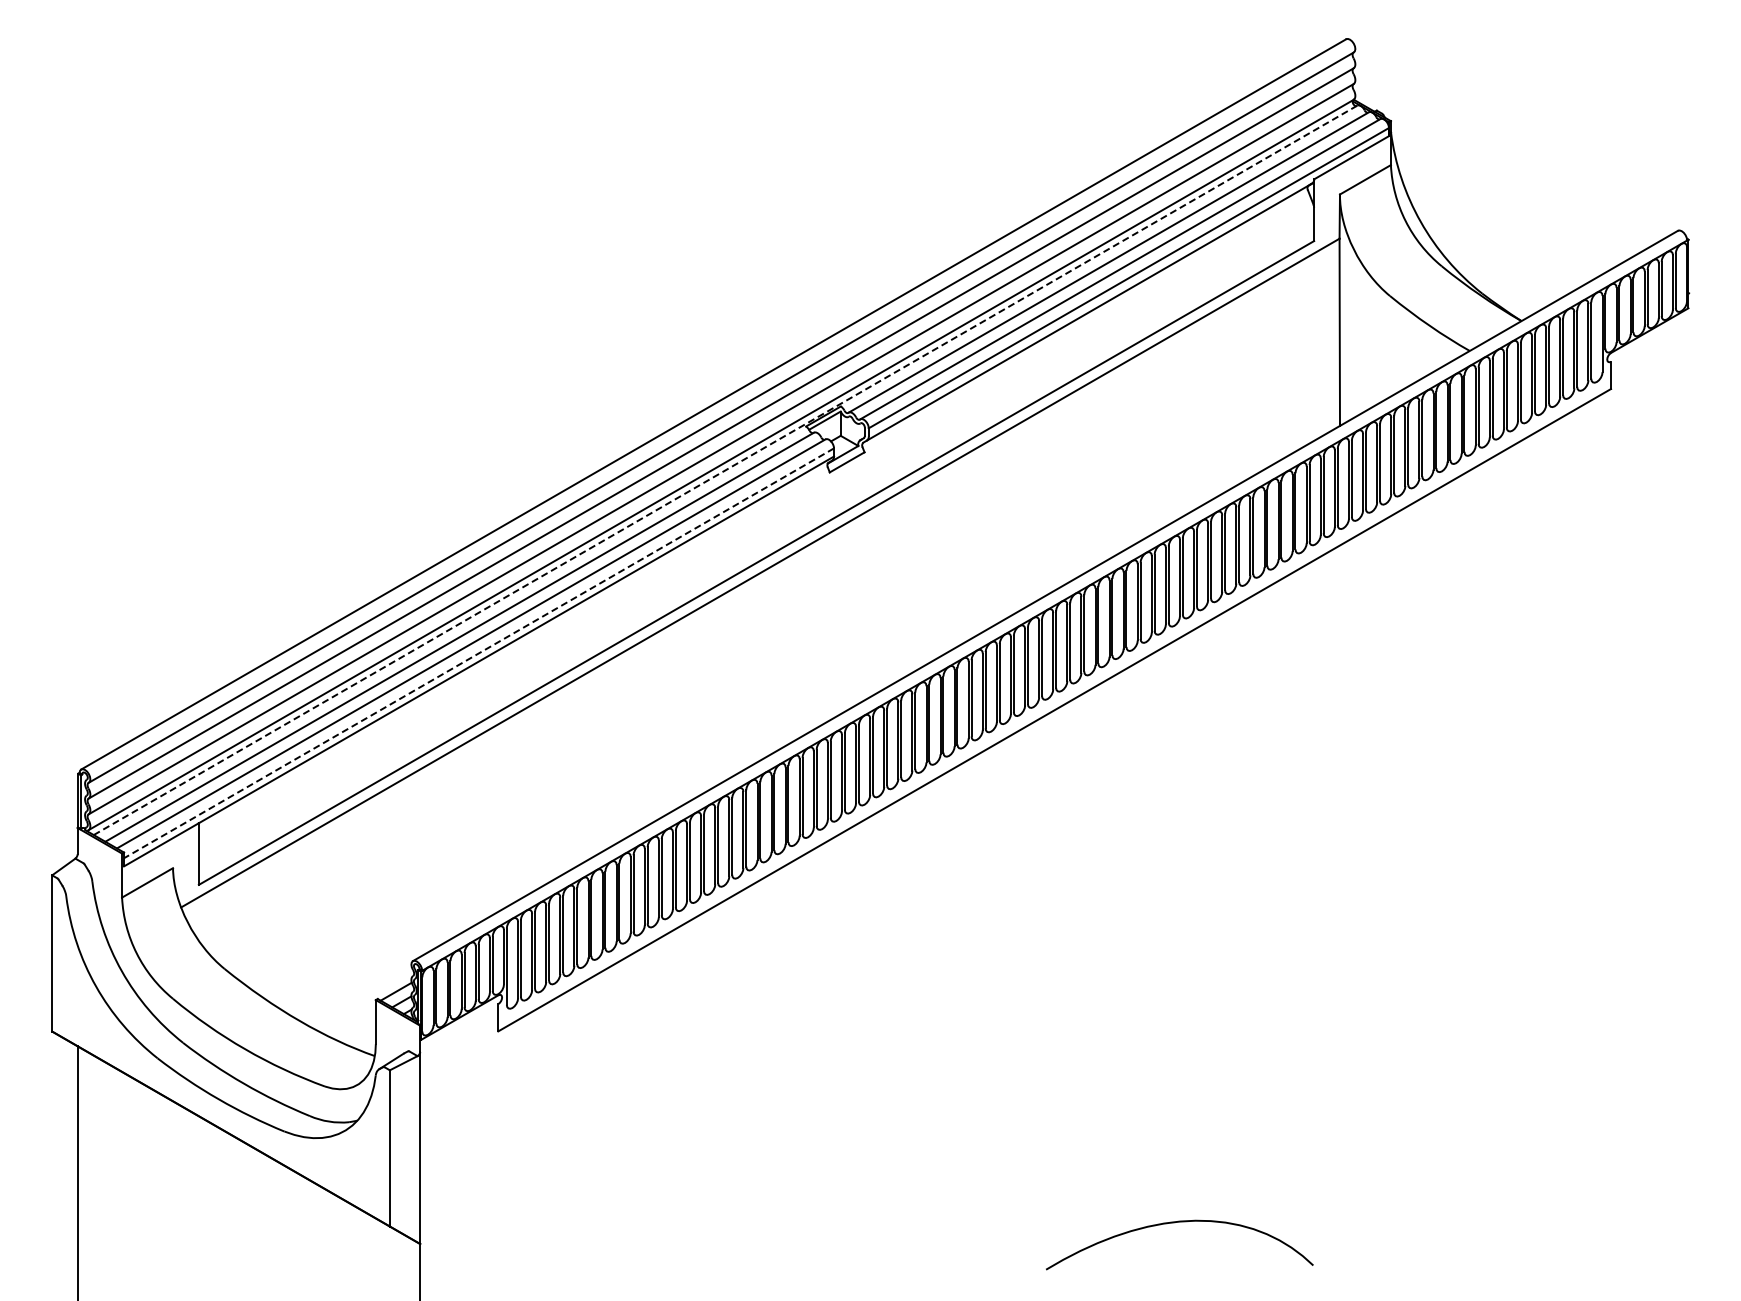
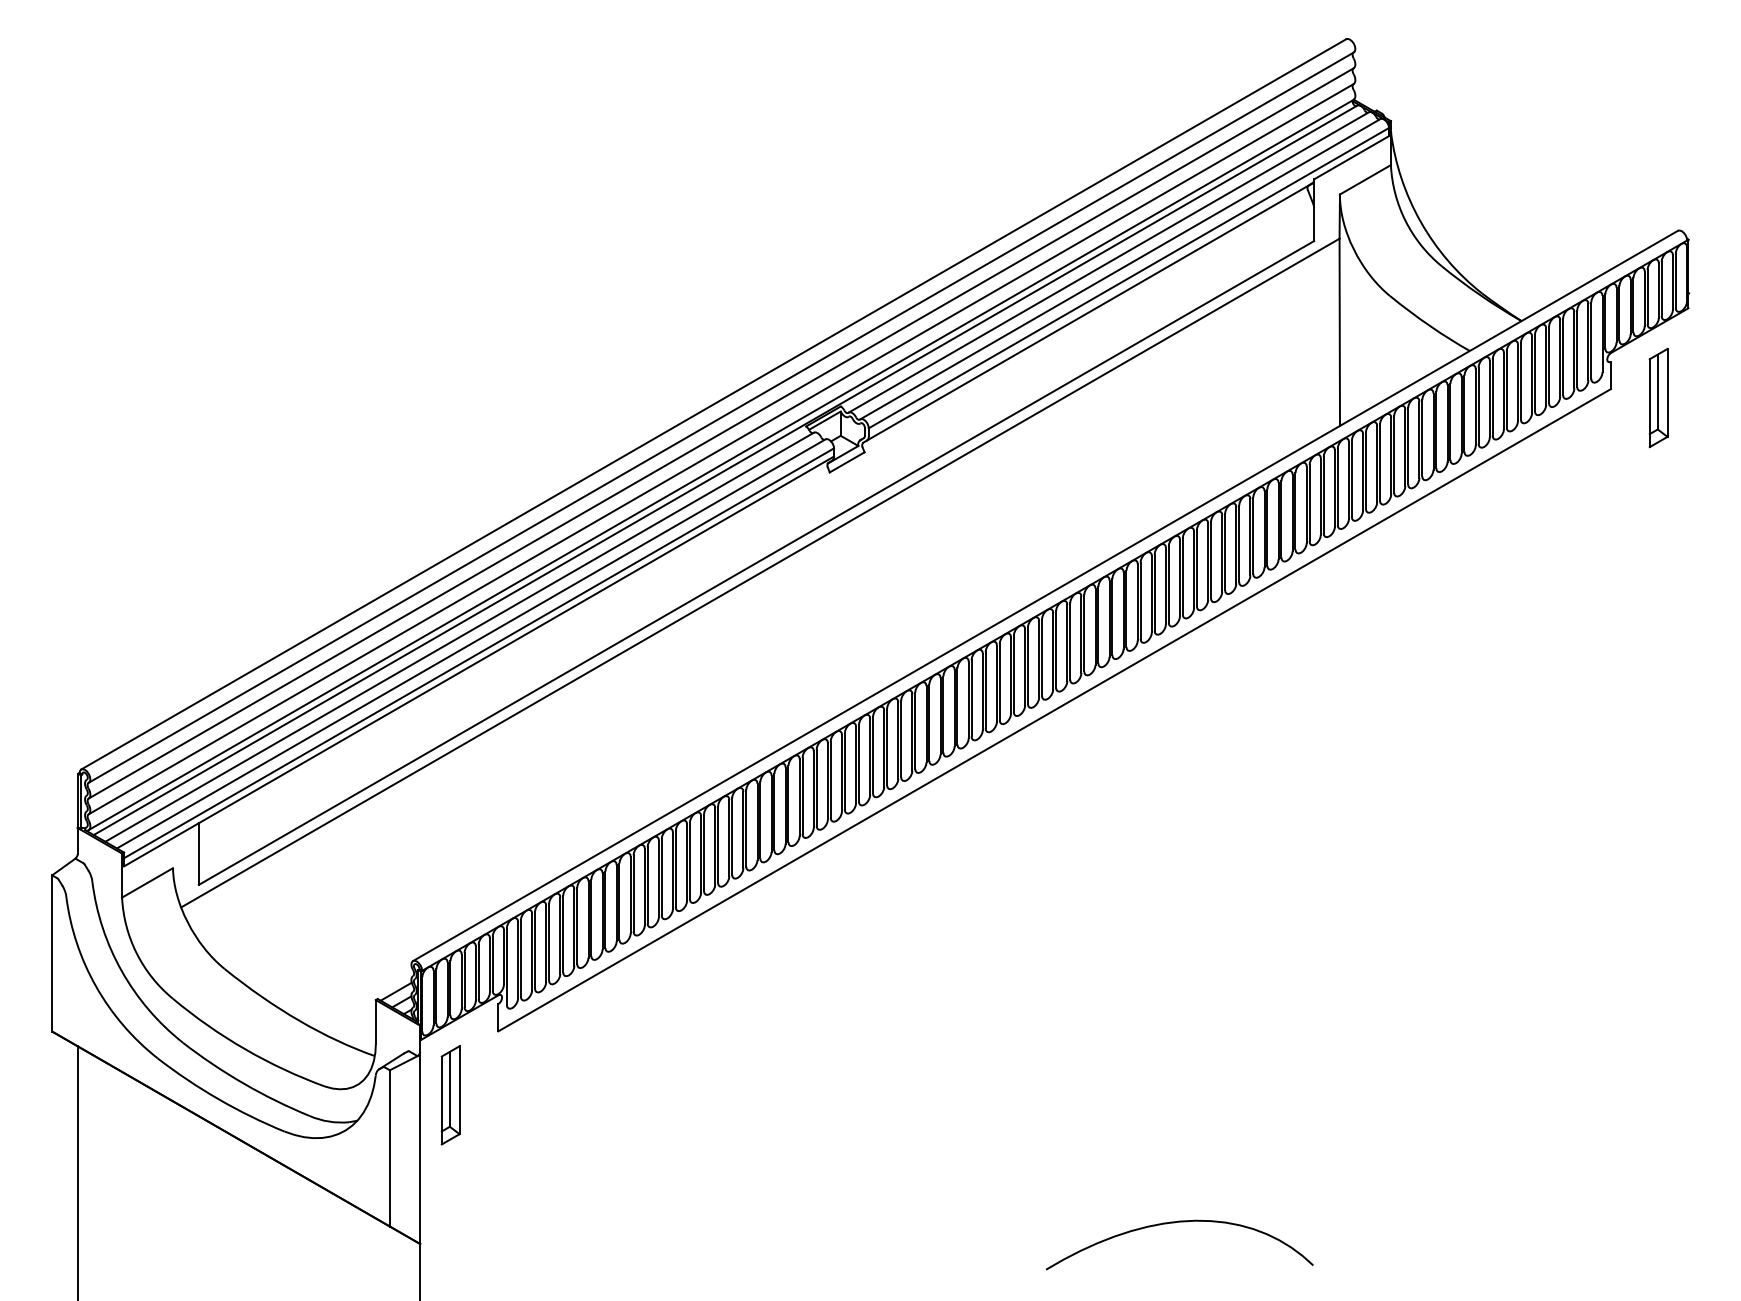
part at (1658, 397): none -> present
line at (725, 470): dashed -> solid
line at (479, 653): dashed -> solid
part at (450, 1095): none -> present
